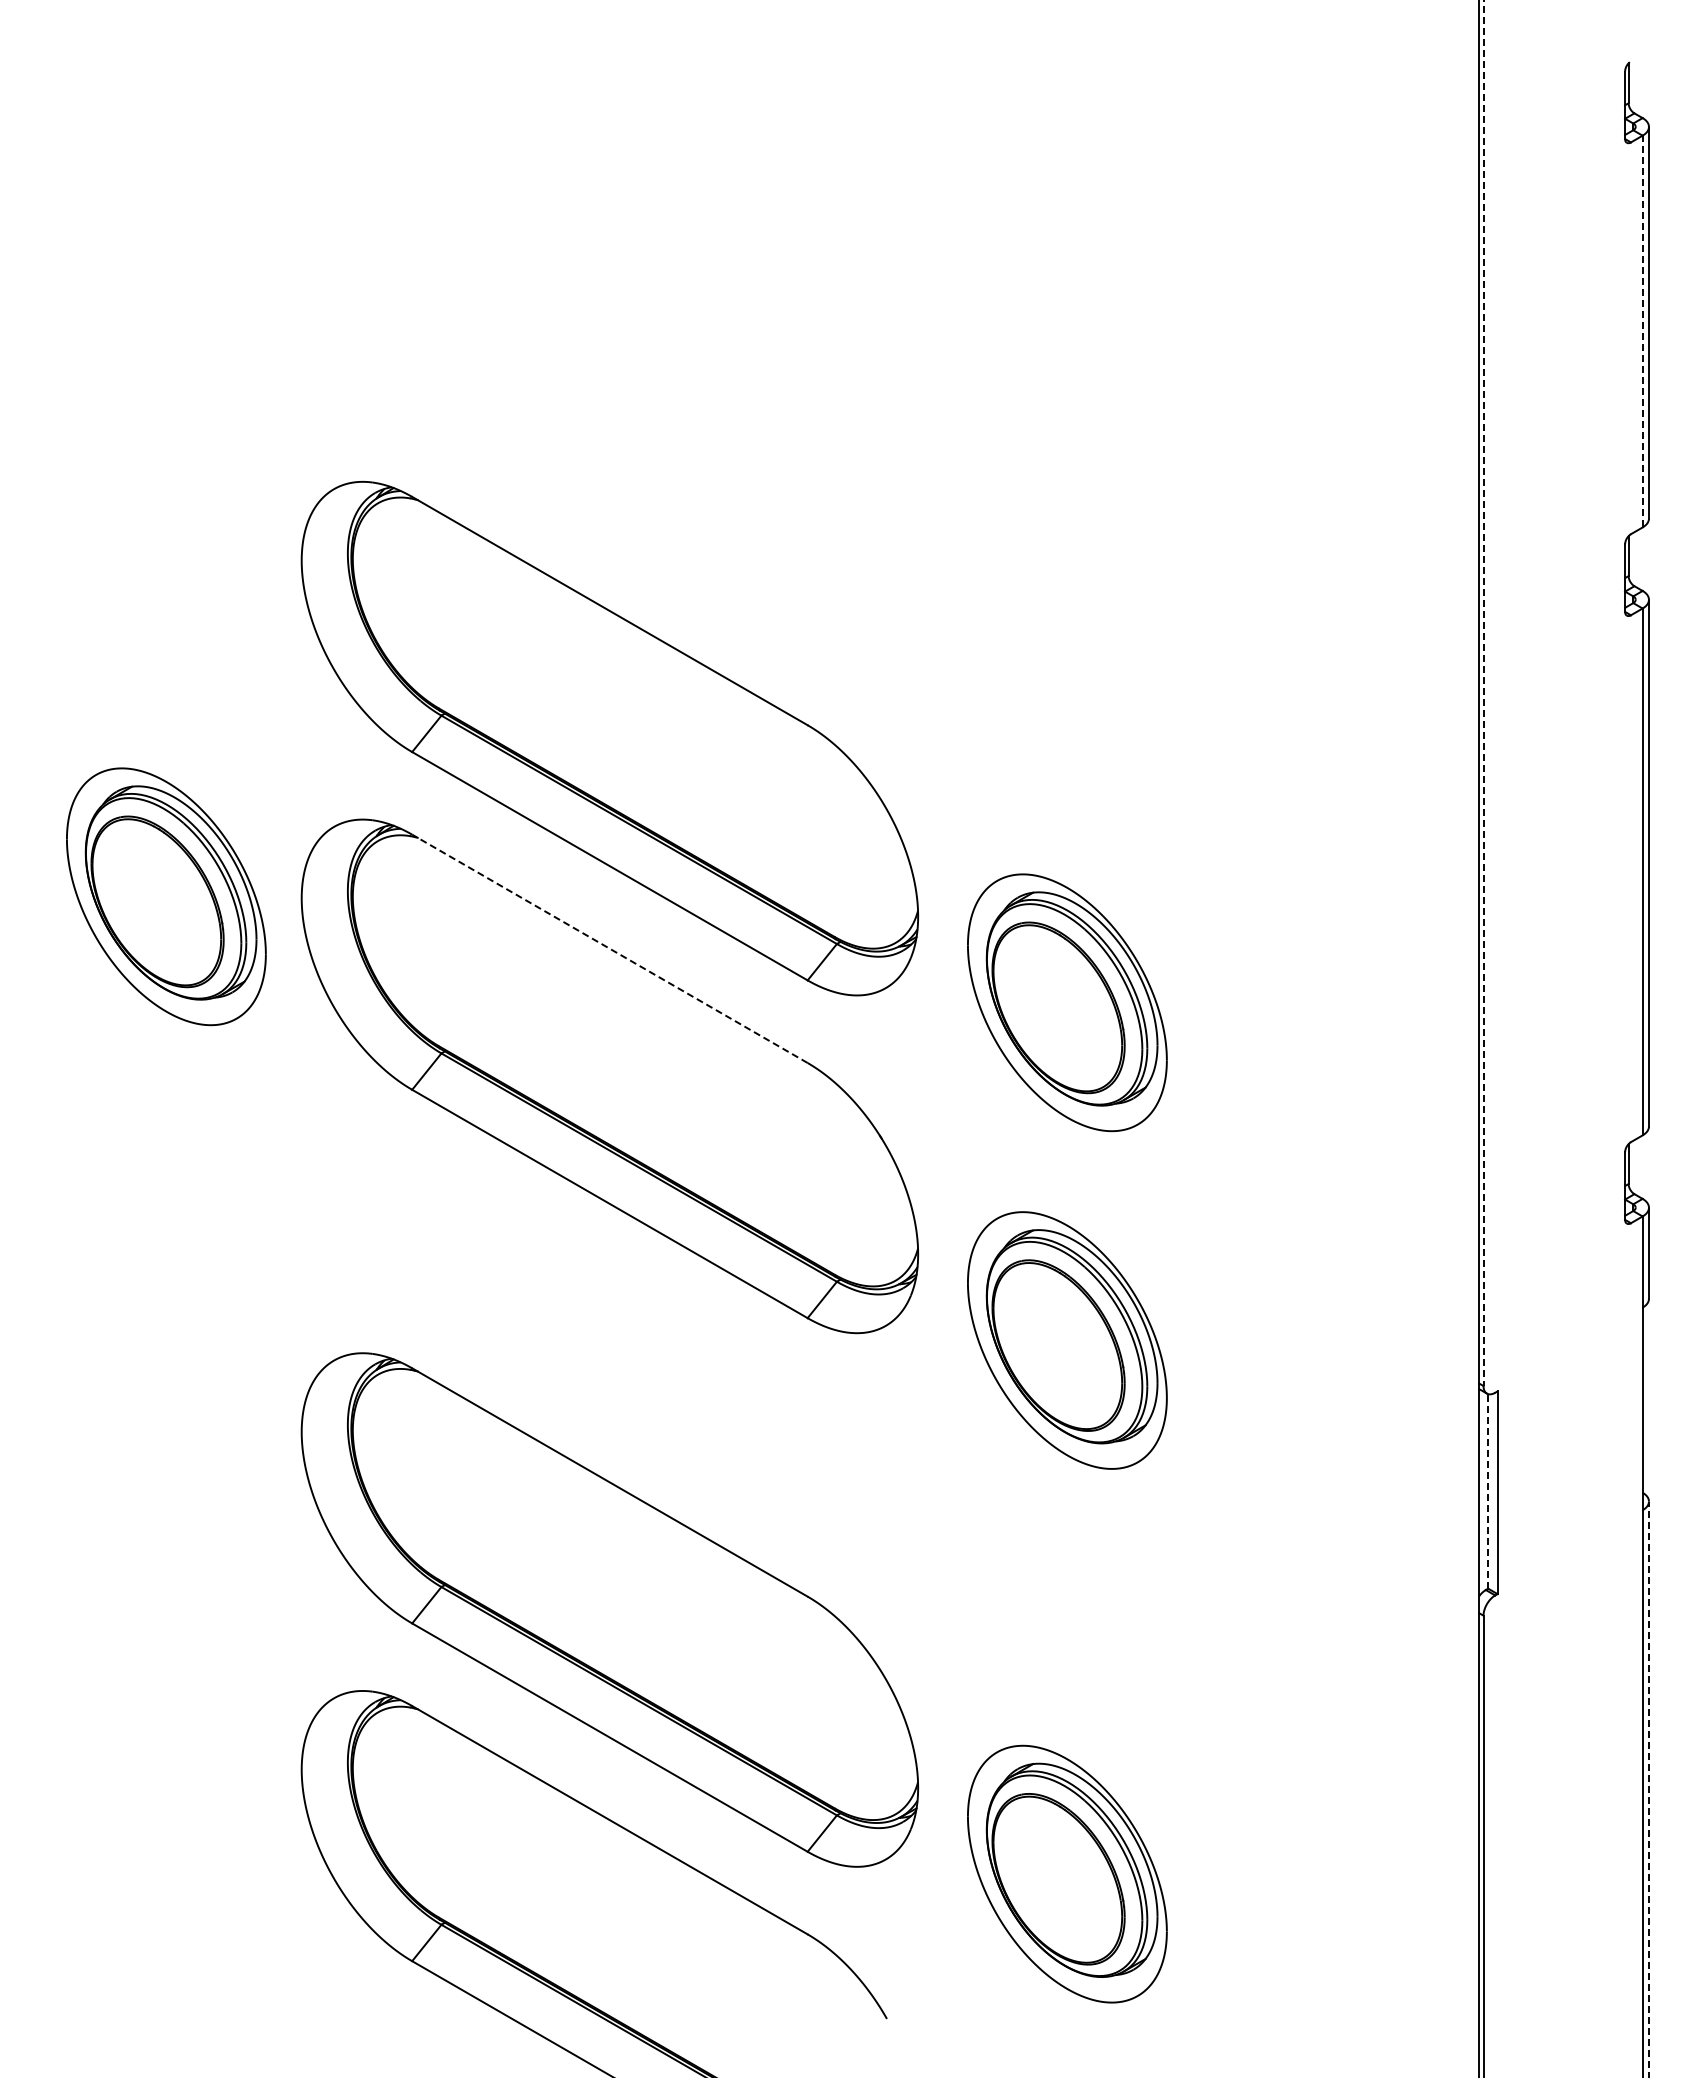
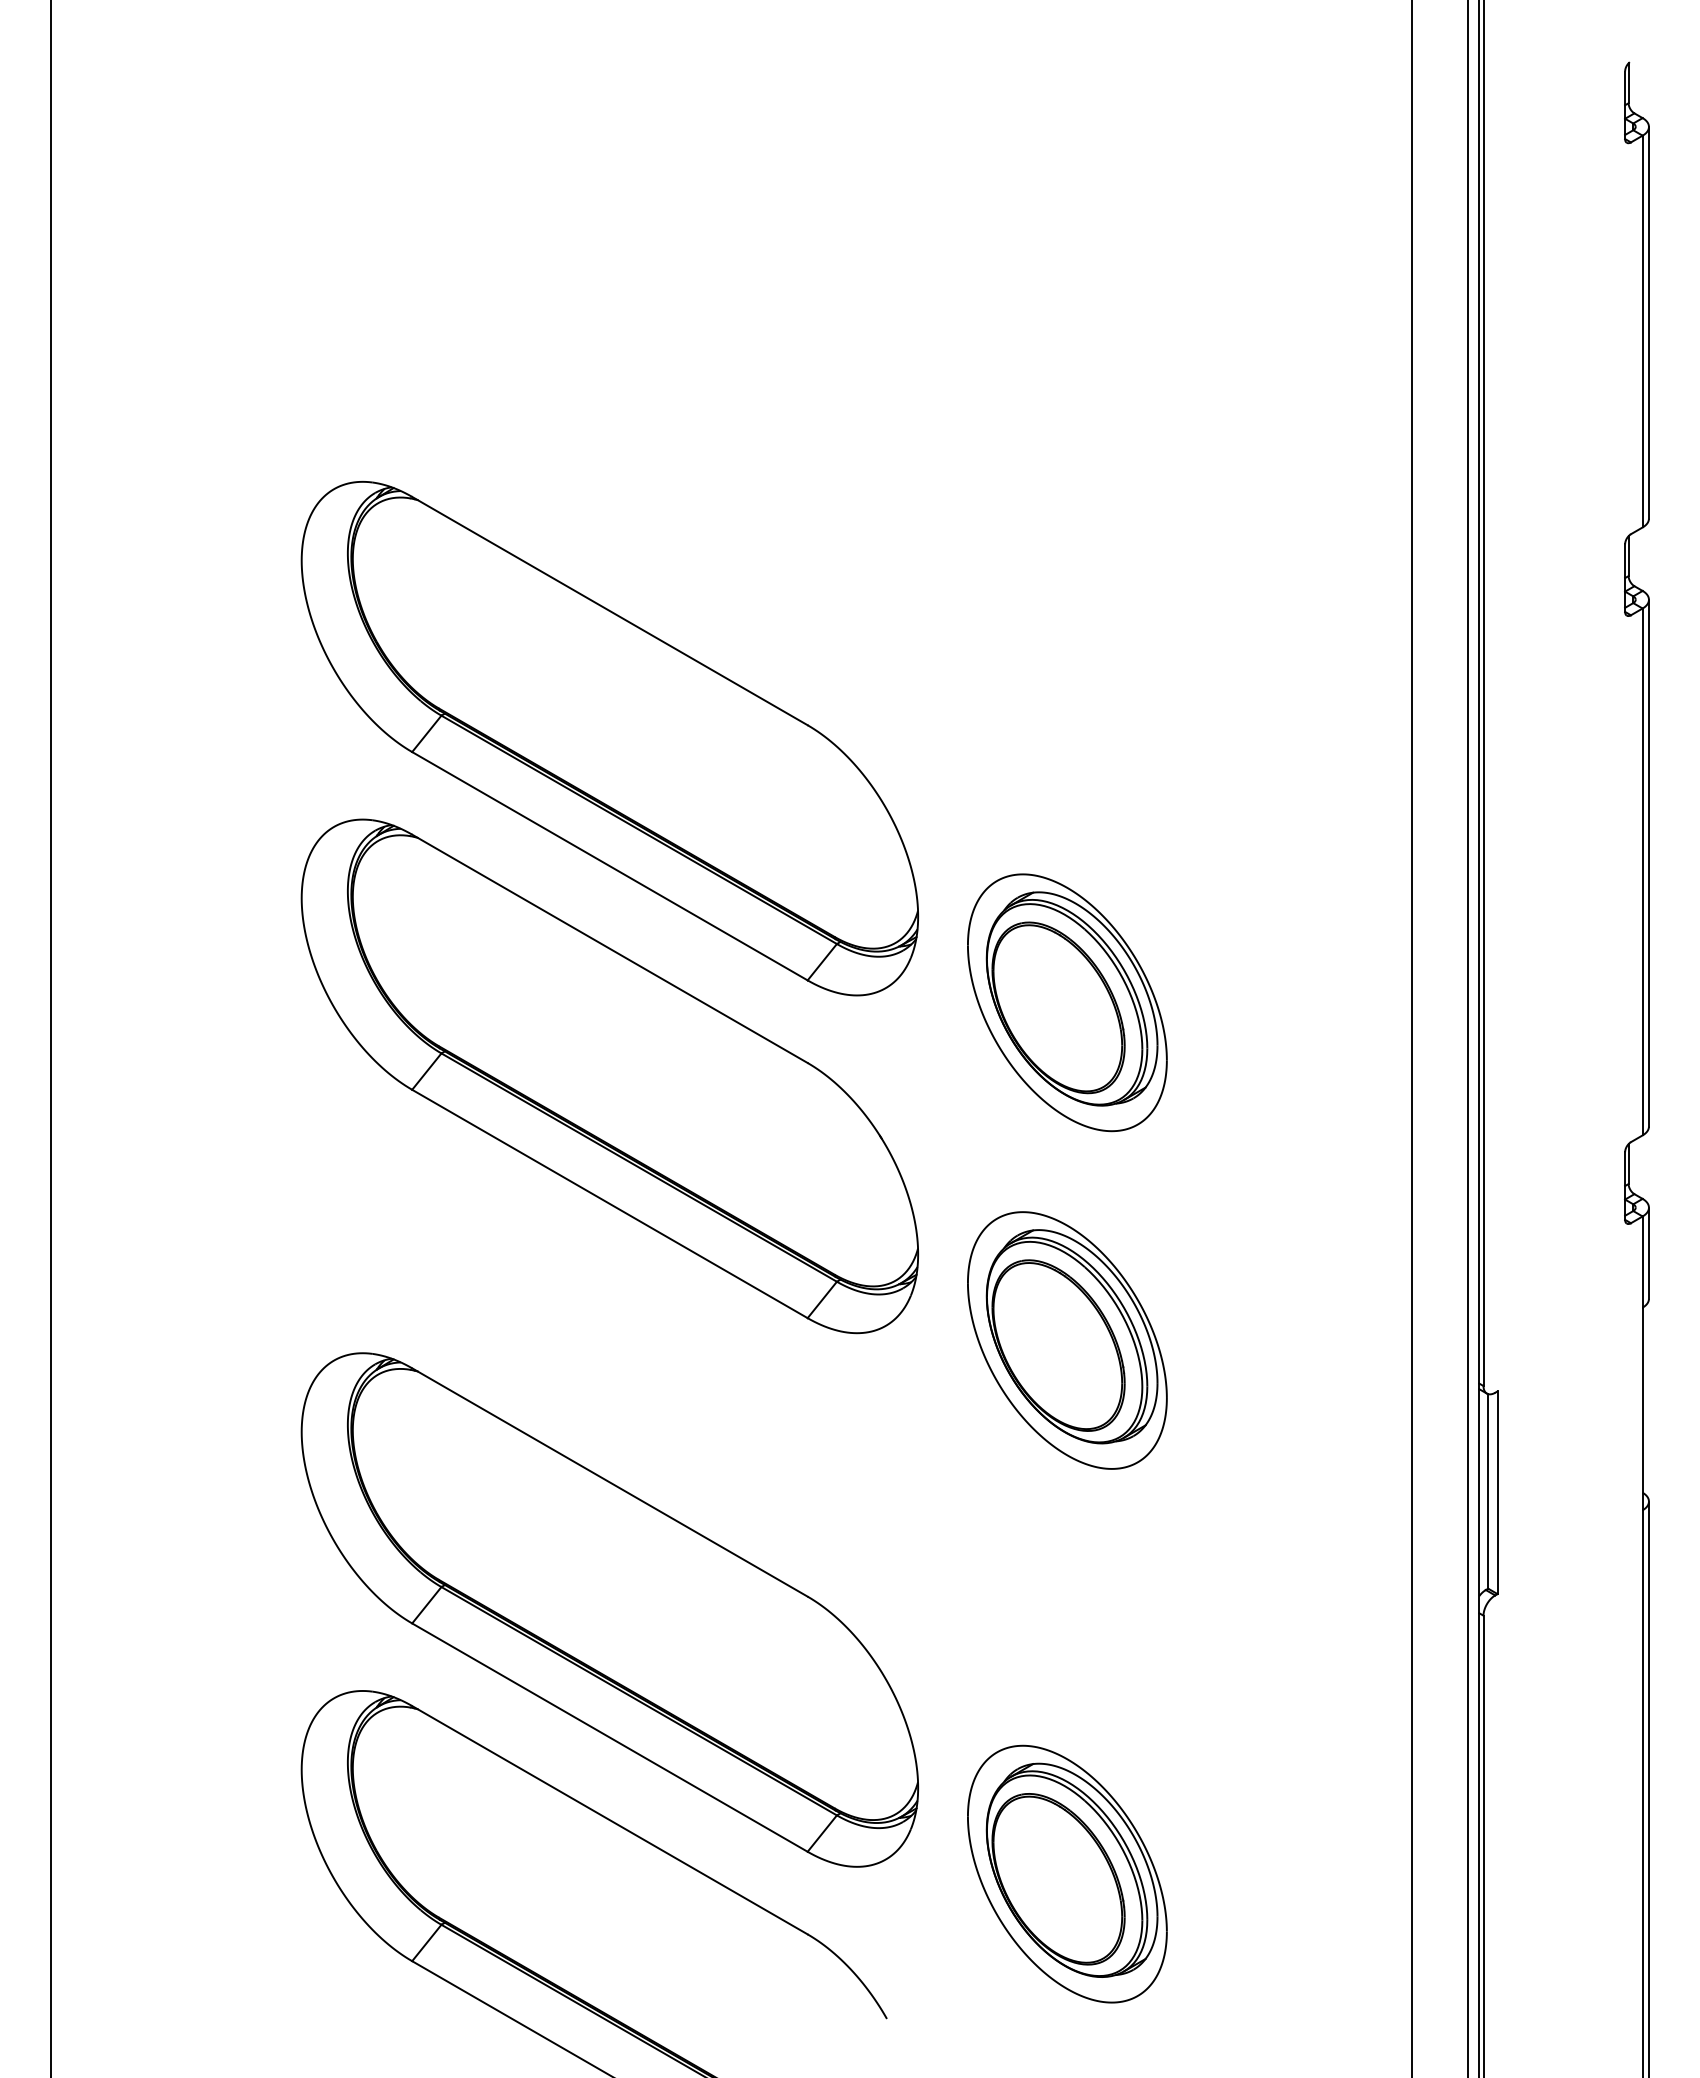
line at (1642, 331): dashed -> solid
line at (1483, 693): dashed -> solid
part at (166, 896): present -> none
line at (609, 948): dashed -> solid
line at (51, 1038): none -> present
line at (1412, 1038): none -> present
line at (1467, 1038): none -> present
line at (1488, 1490): dashed -> solid
line at (1648, 1789): dashed -> solid
